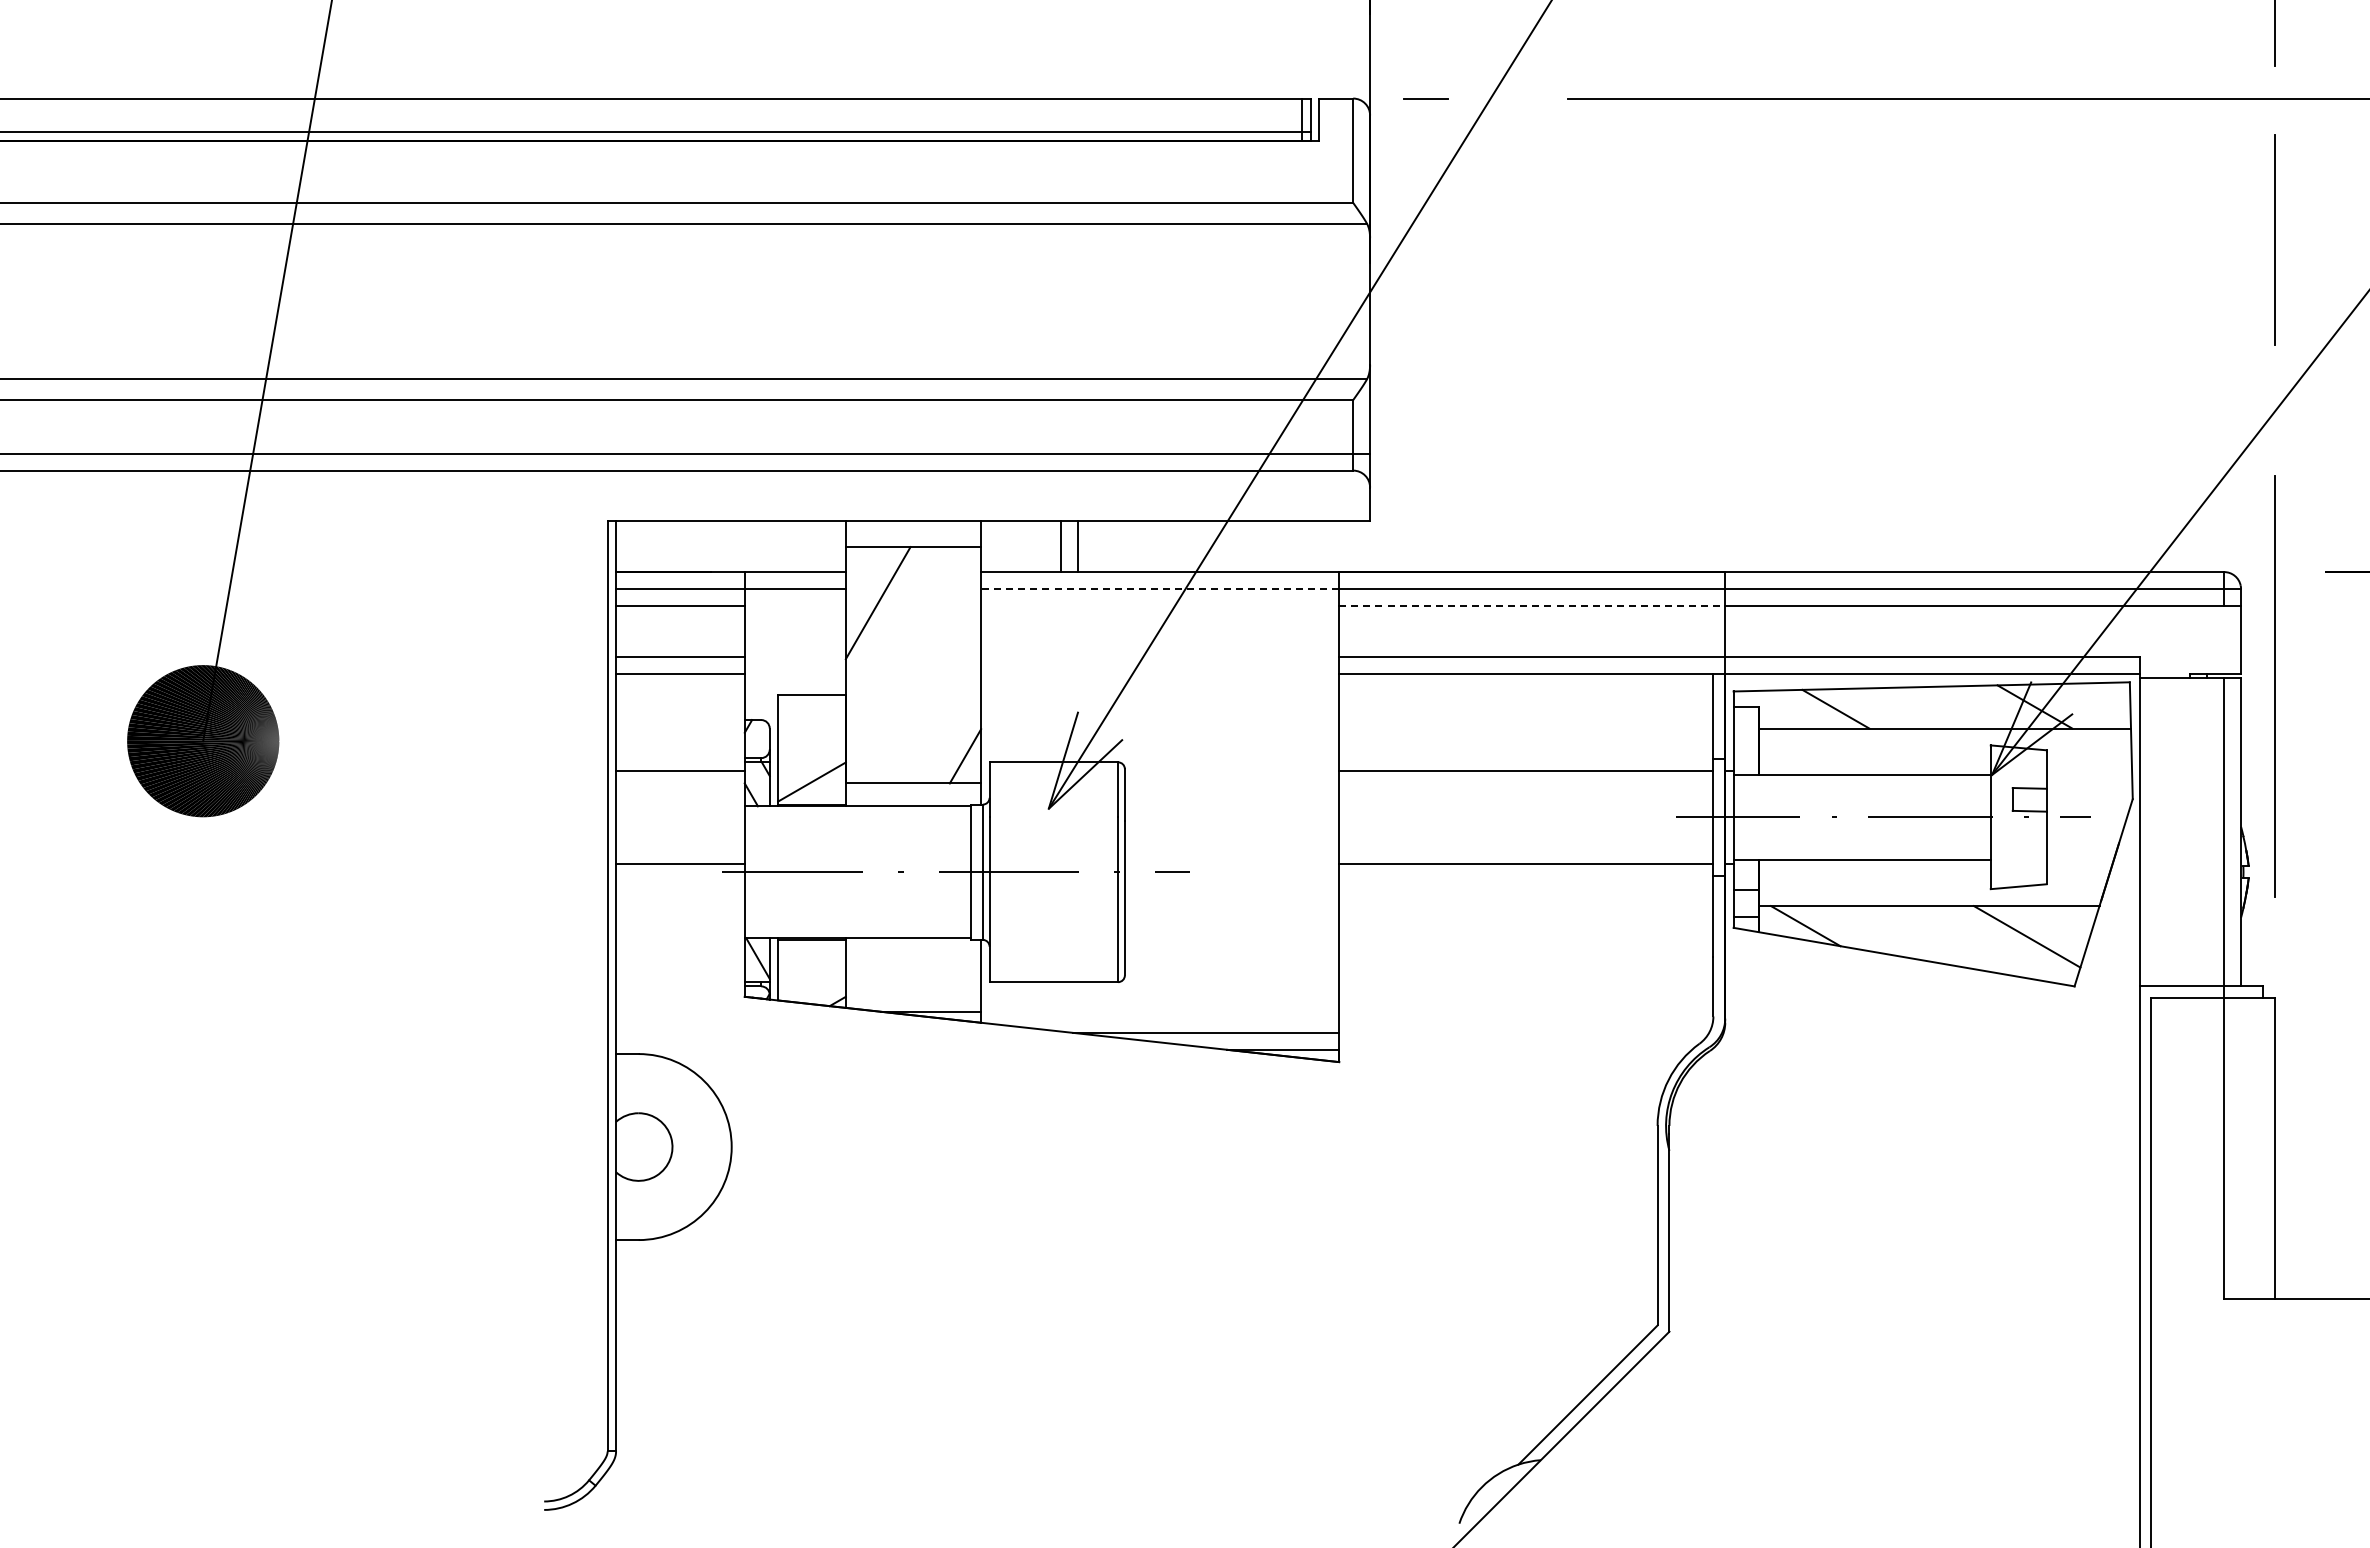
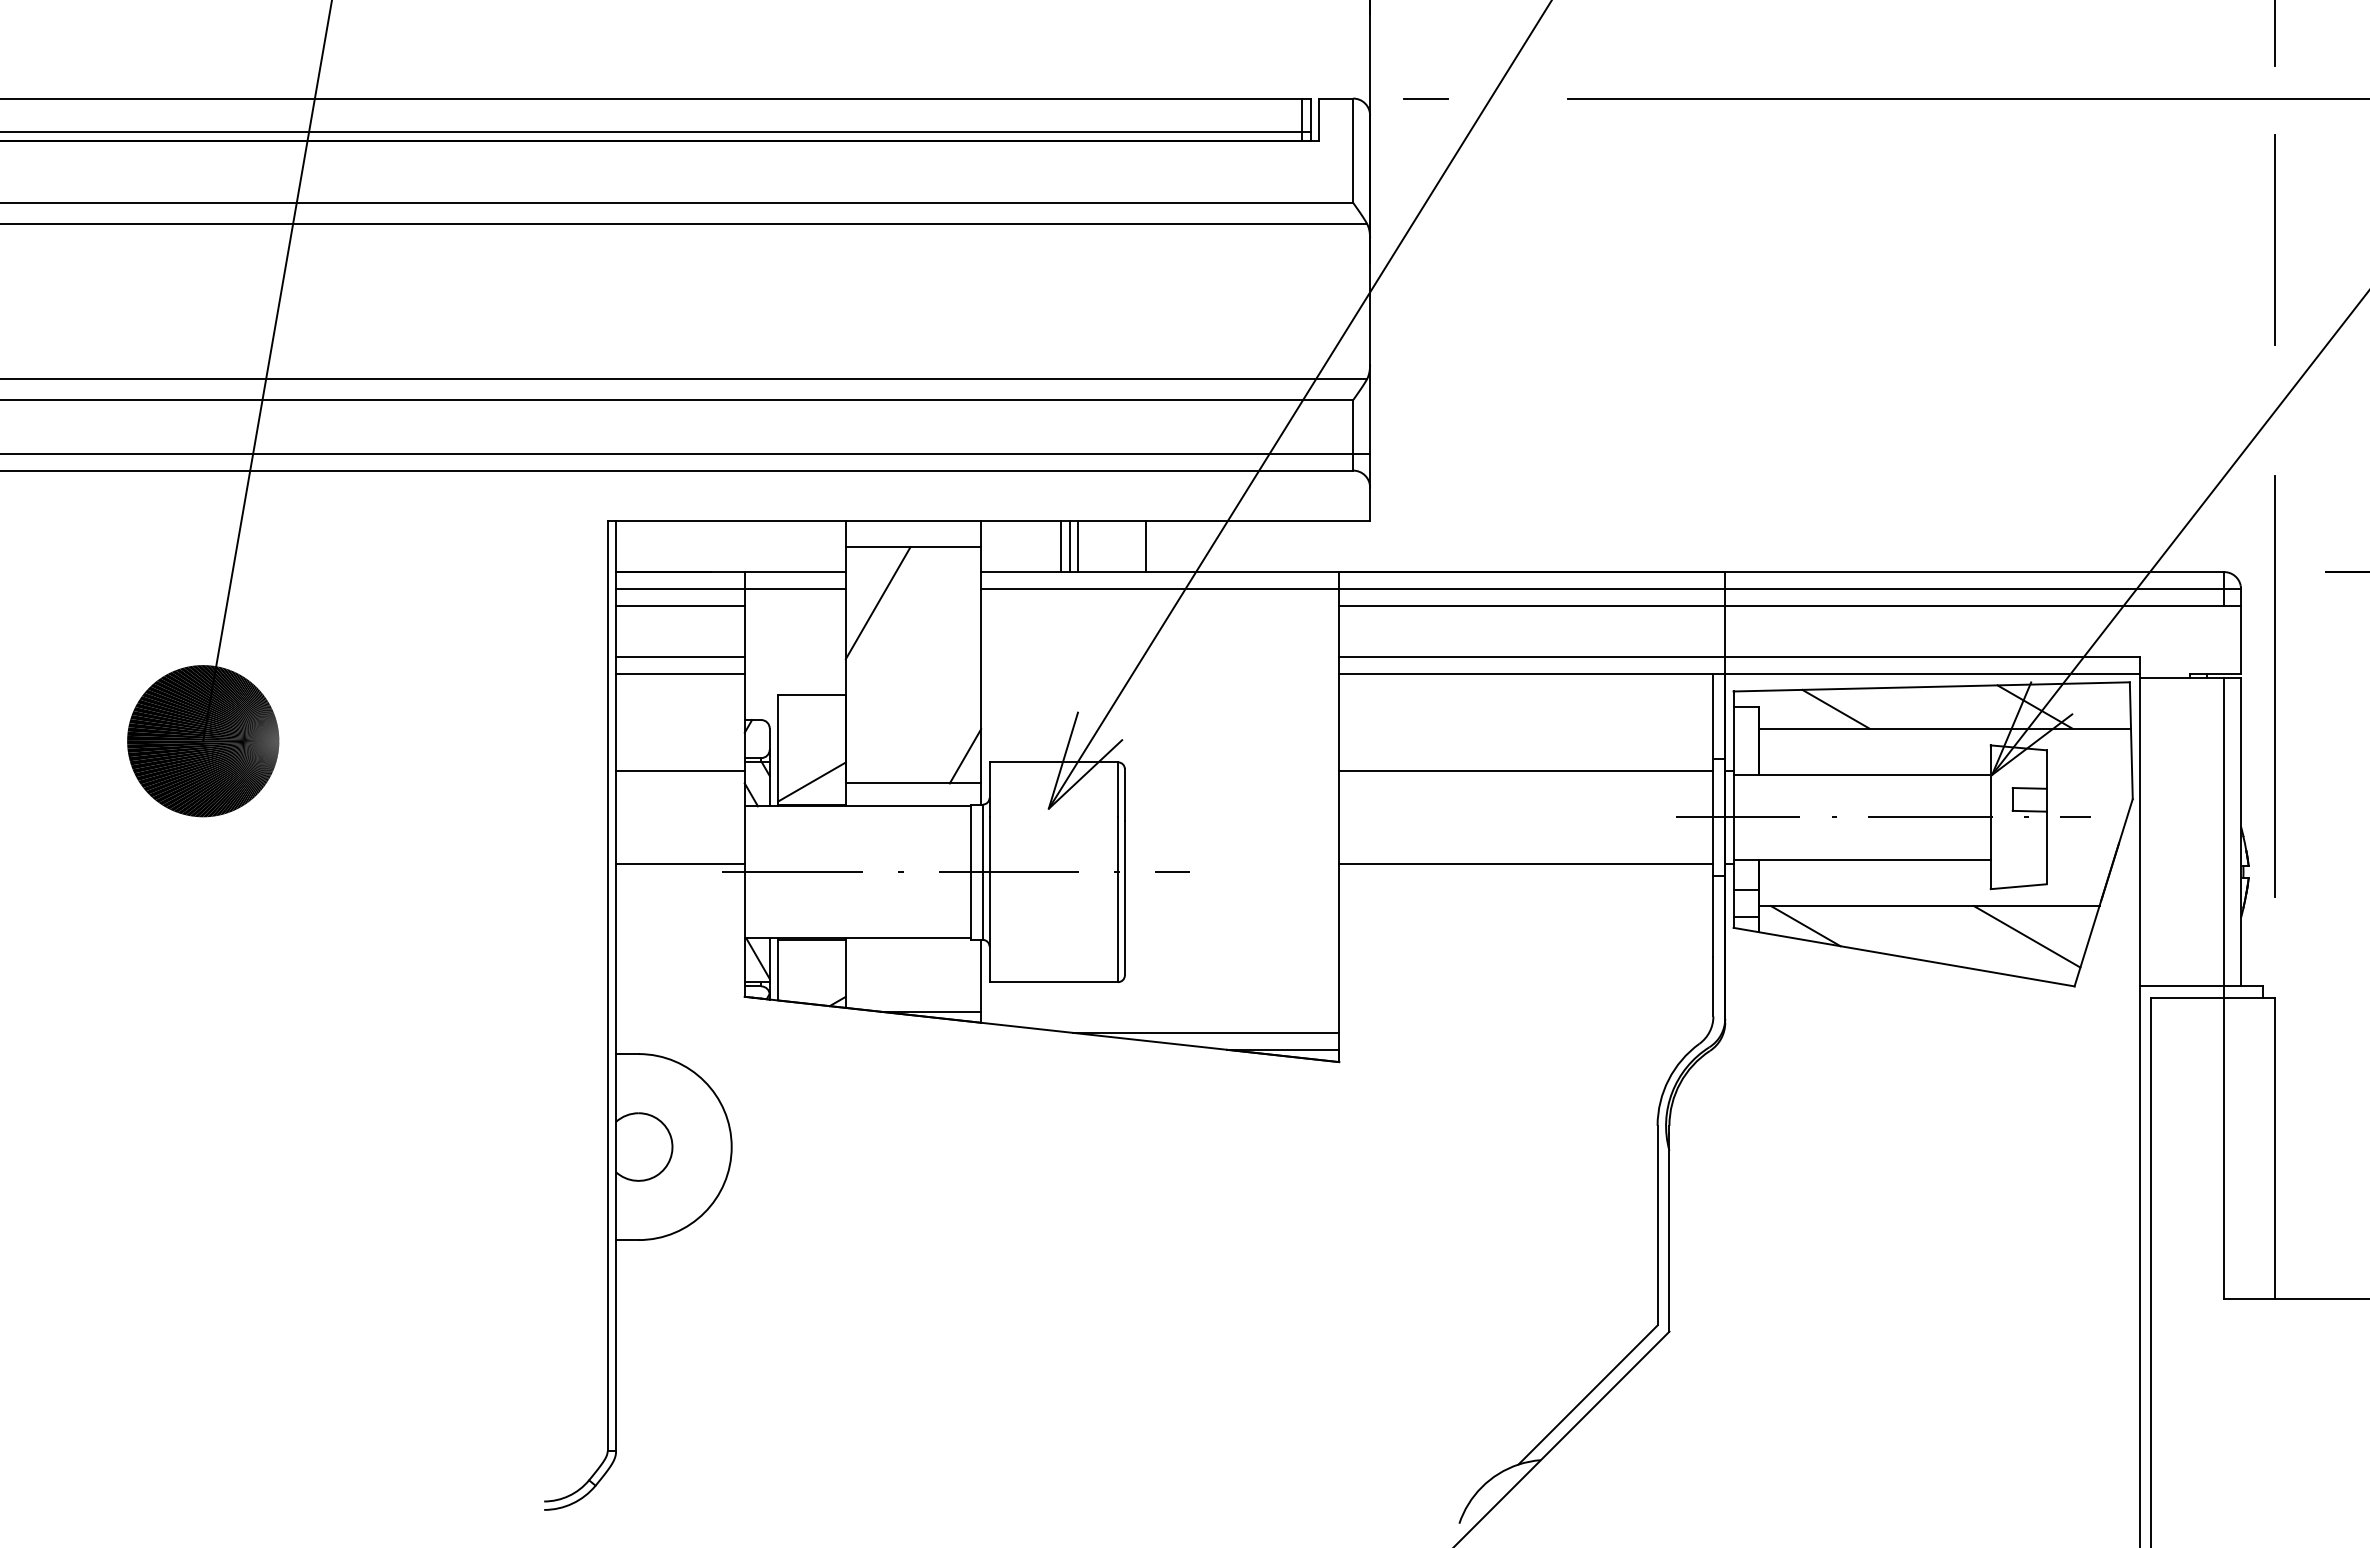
line at (1069, 546): none -> present
line at (1146, 546): none -> present
line at (1159, 588): dashed -> solid
line at (1532, 605): dashed -> solid
